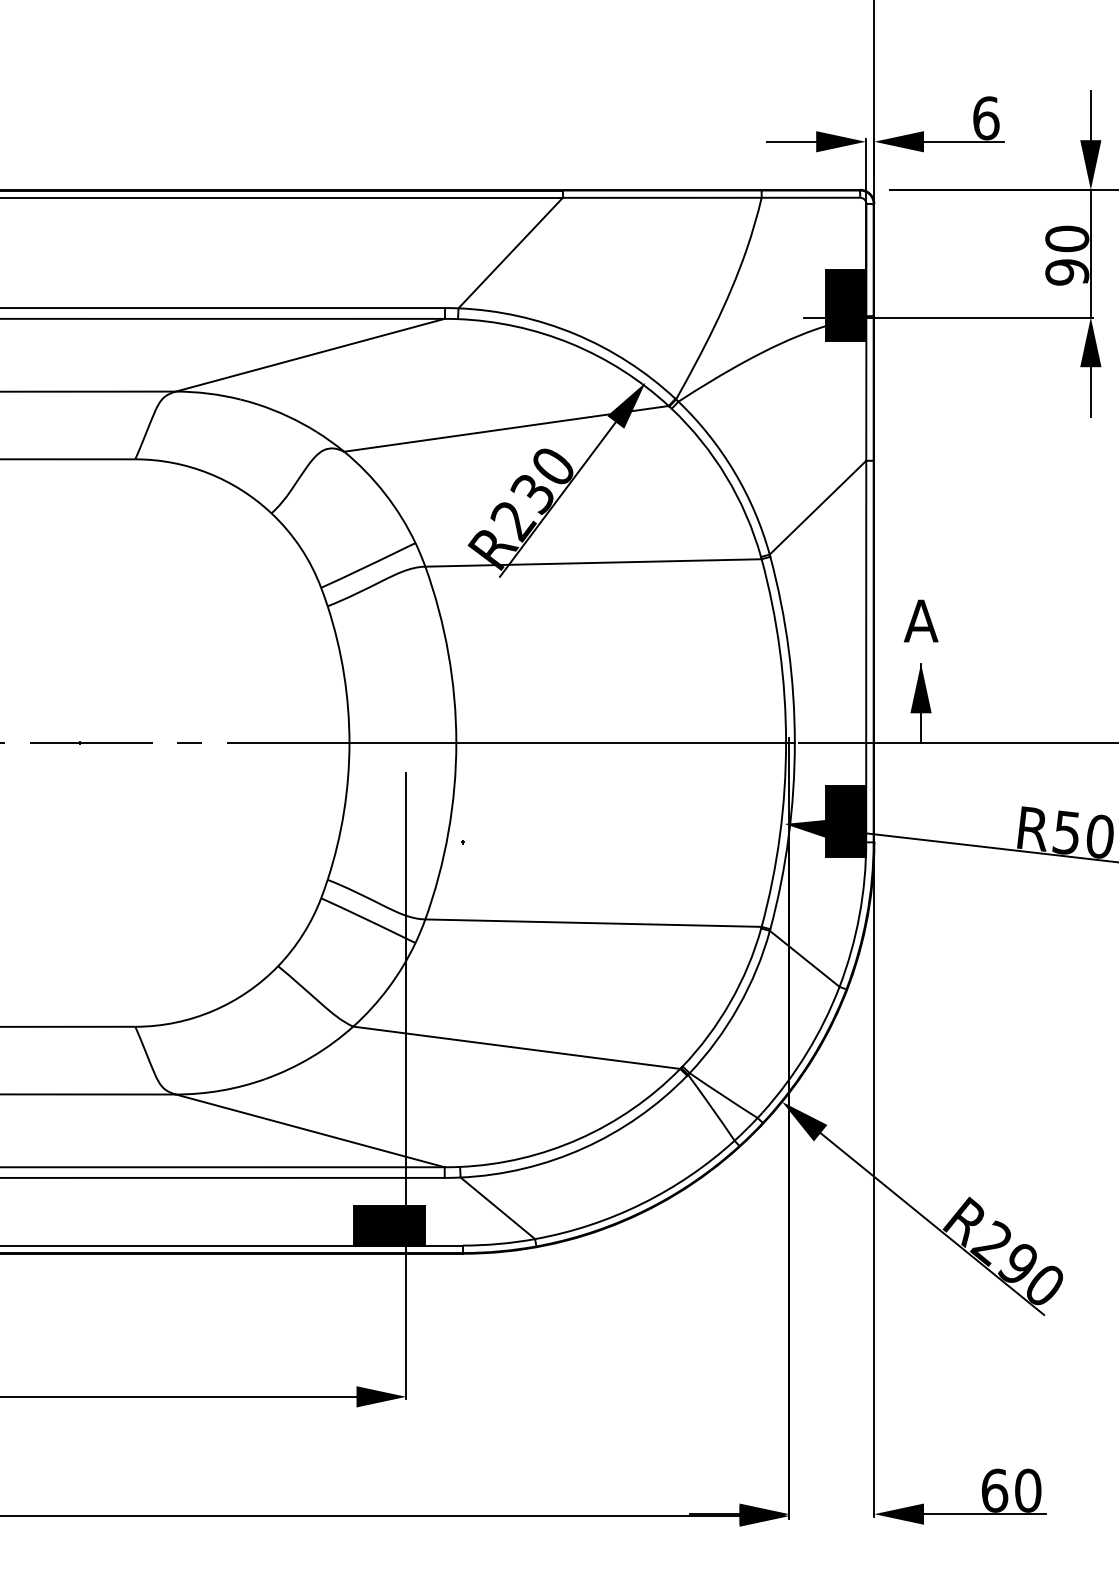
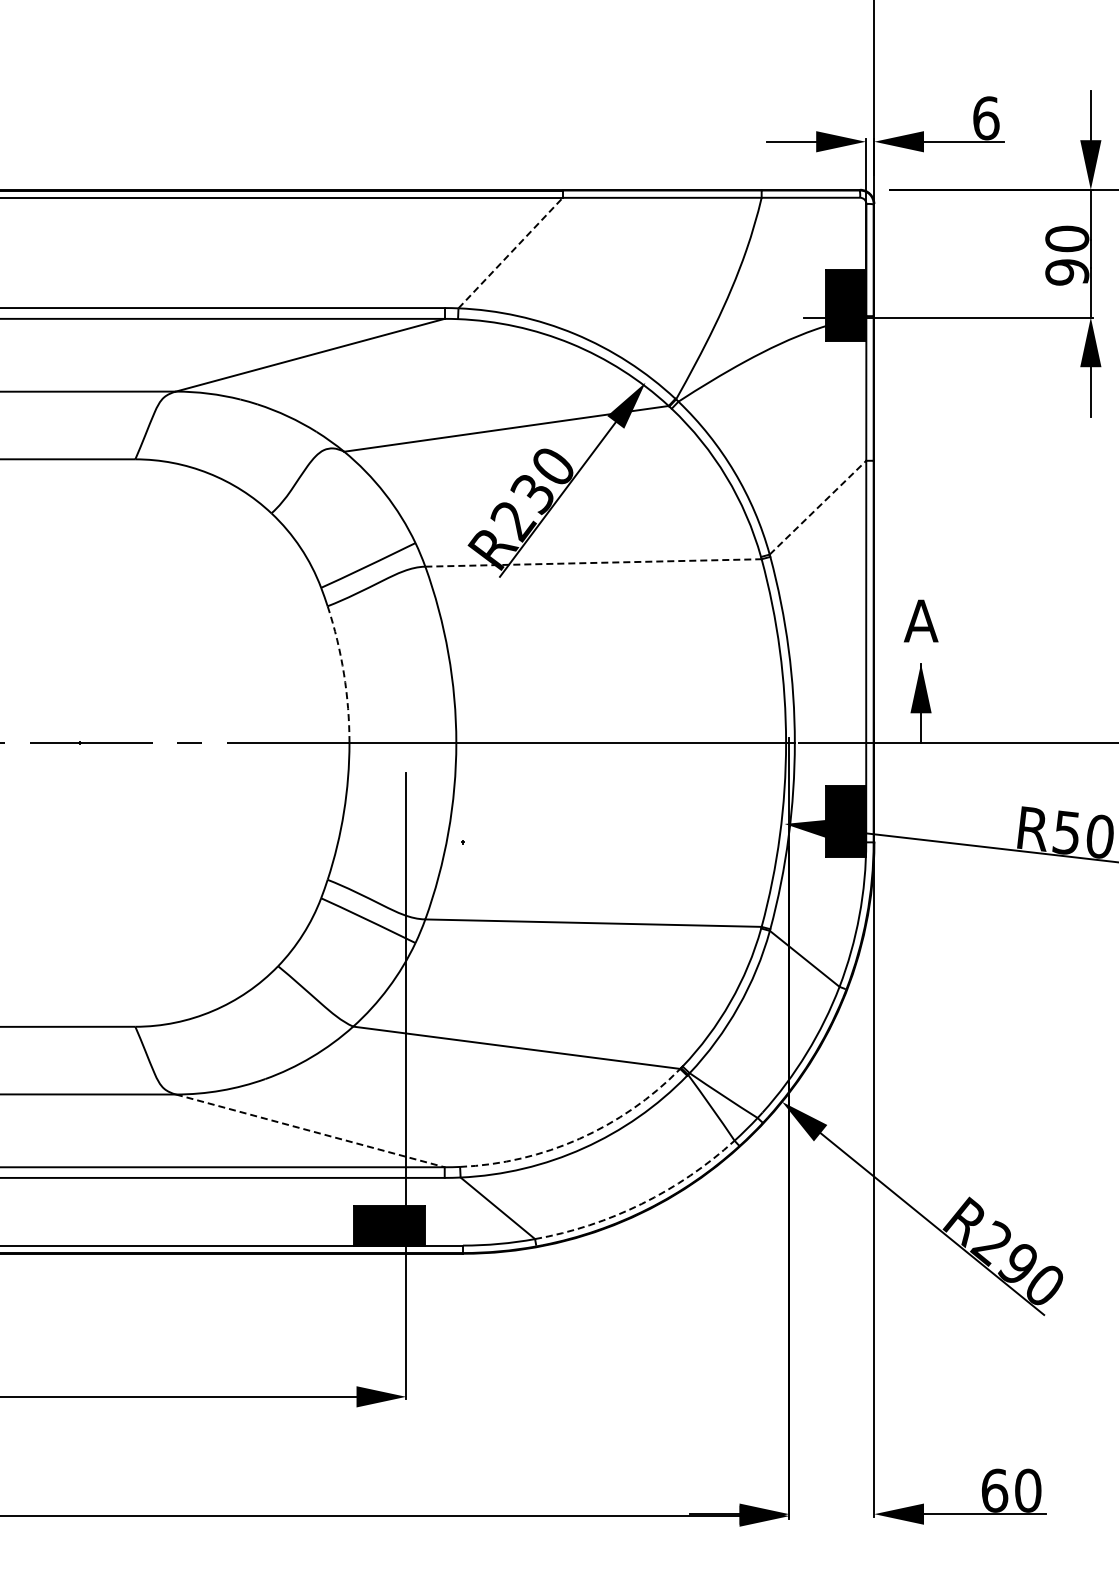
line at (510, 253): solid -> dashed
line at (818, 507): solid -> dashed
line at (594, 562): solid -> dashed
arc at (344, 673): solid -> dashed
line at (310, 1131): solid -> dashed
arc at (579, 1138): solid -> dashed
arc at (641, 1203): solid -> dashed
